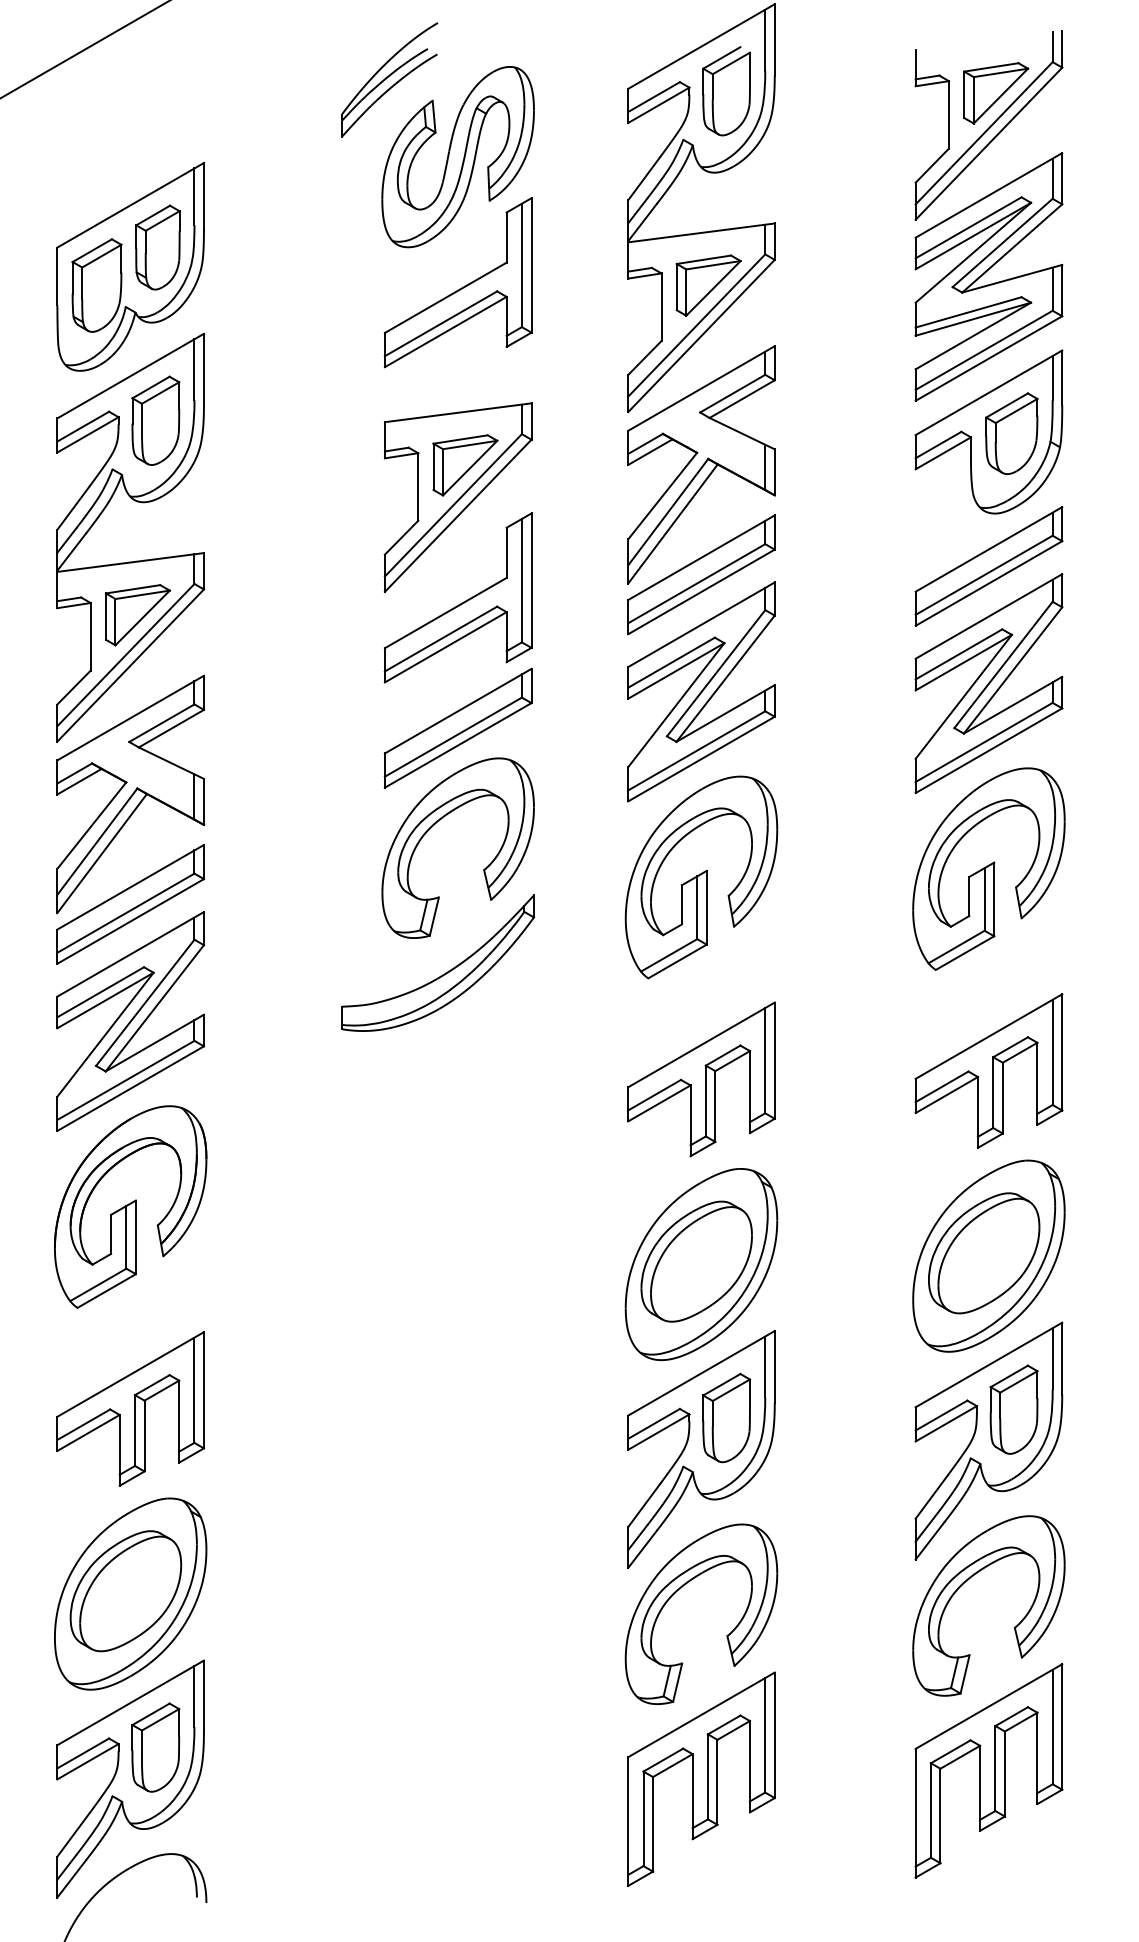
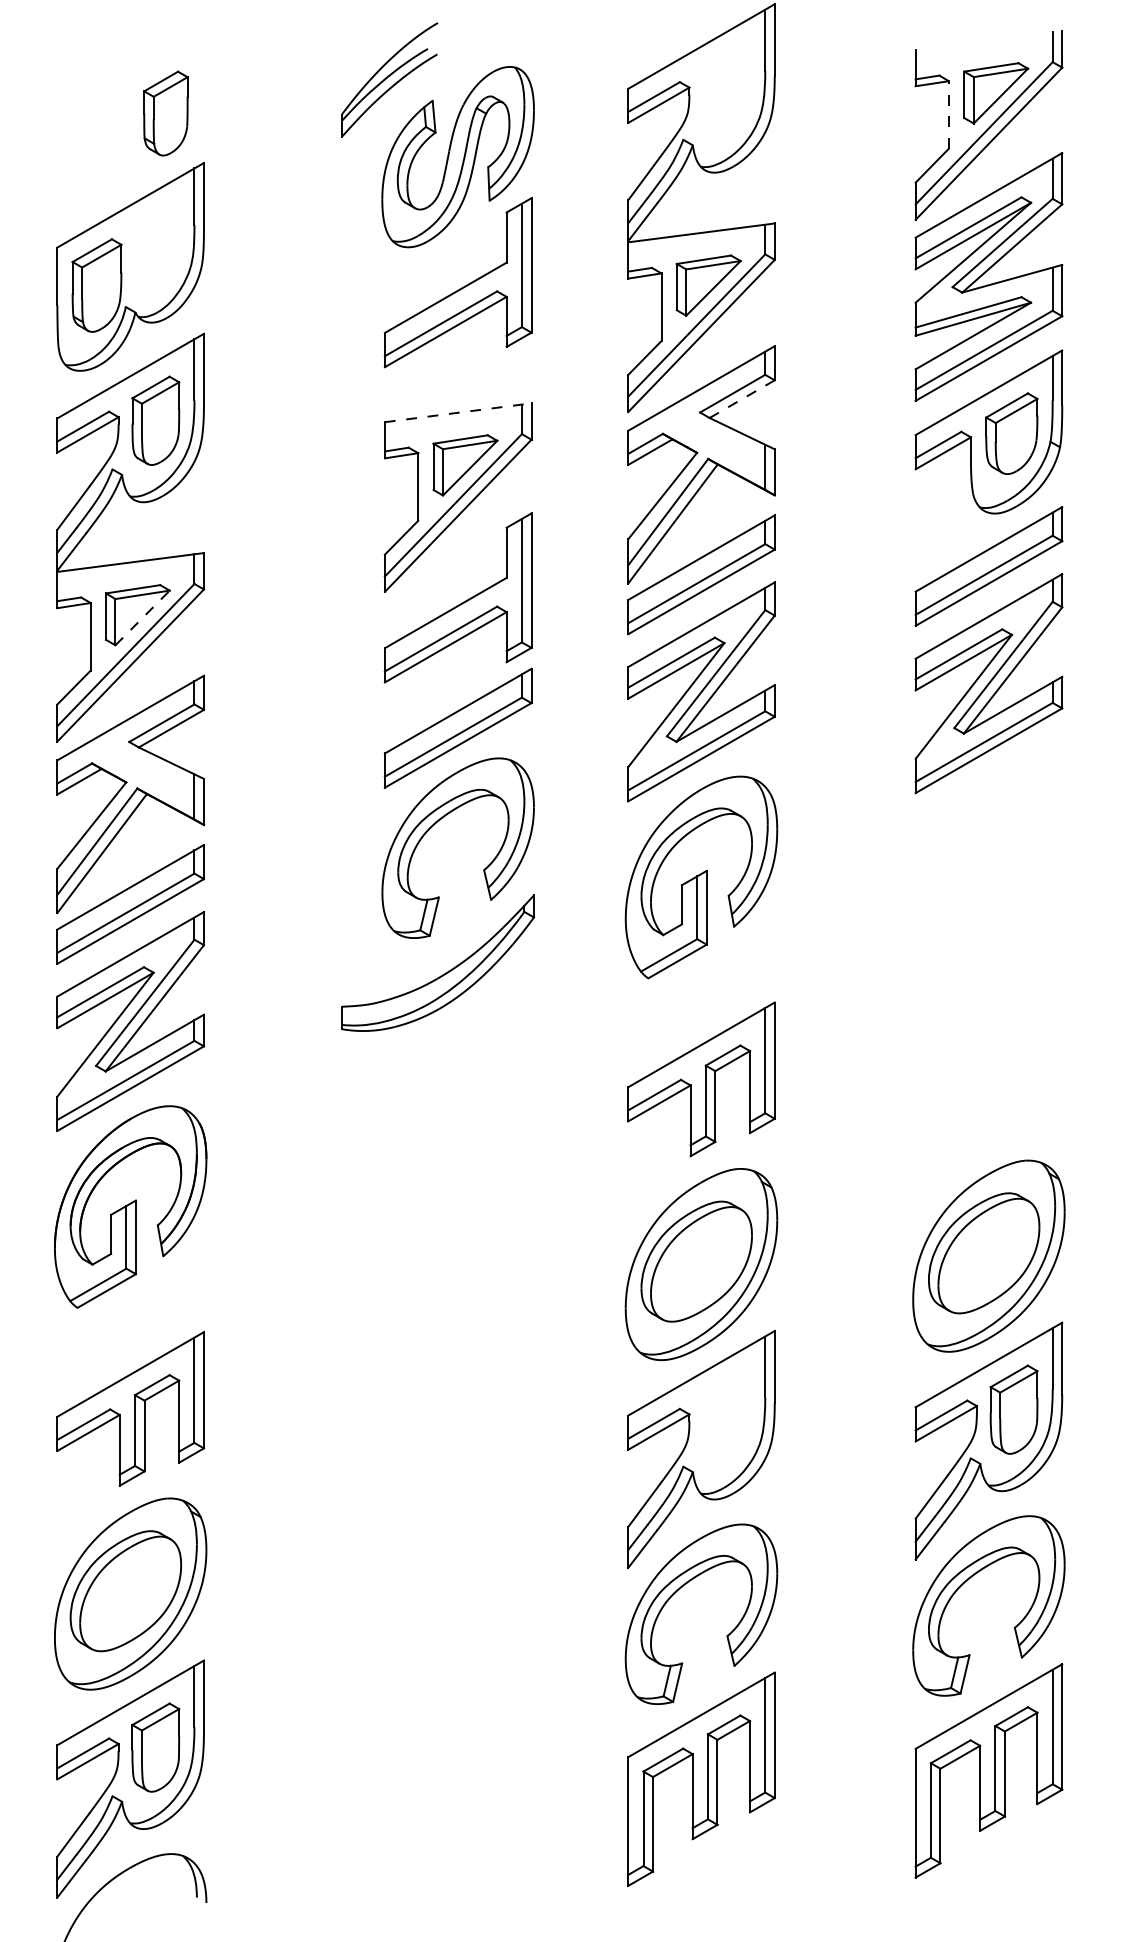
line at (84, 49): present -> none
part at (726, 91): present -> none
line at (948, 114): solid -> dashed
part at (157, 247) position: (157, 247) -> (165, 113)
line at (742, 399): solid -> dashed
line at (458, 412): solid -> dashed
line at (142, 617): solid -> dashed
part at (988, 868): present -> none
part at (988, 1070): present -> none
part at (726, 1417): present -> none
